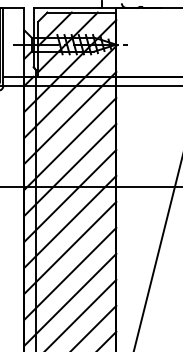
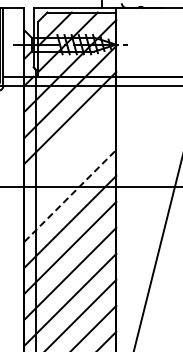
line at (70, 143): present -> none
line at (70, 169): present -> none
line at (70, 195): solid -> dashed
